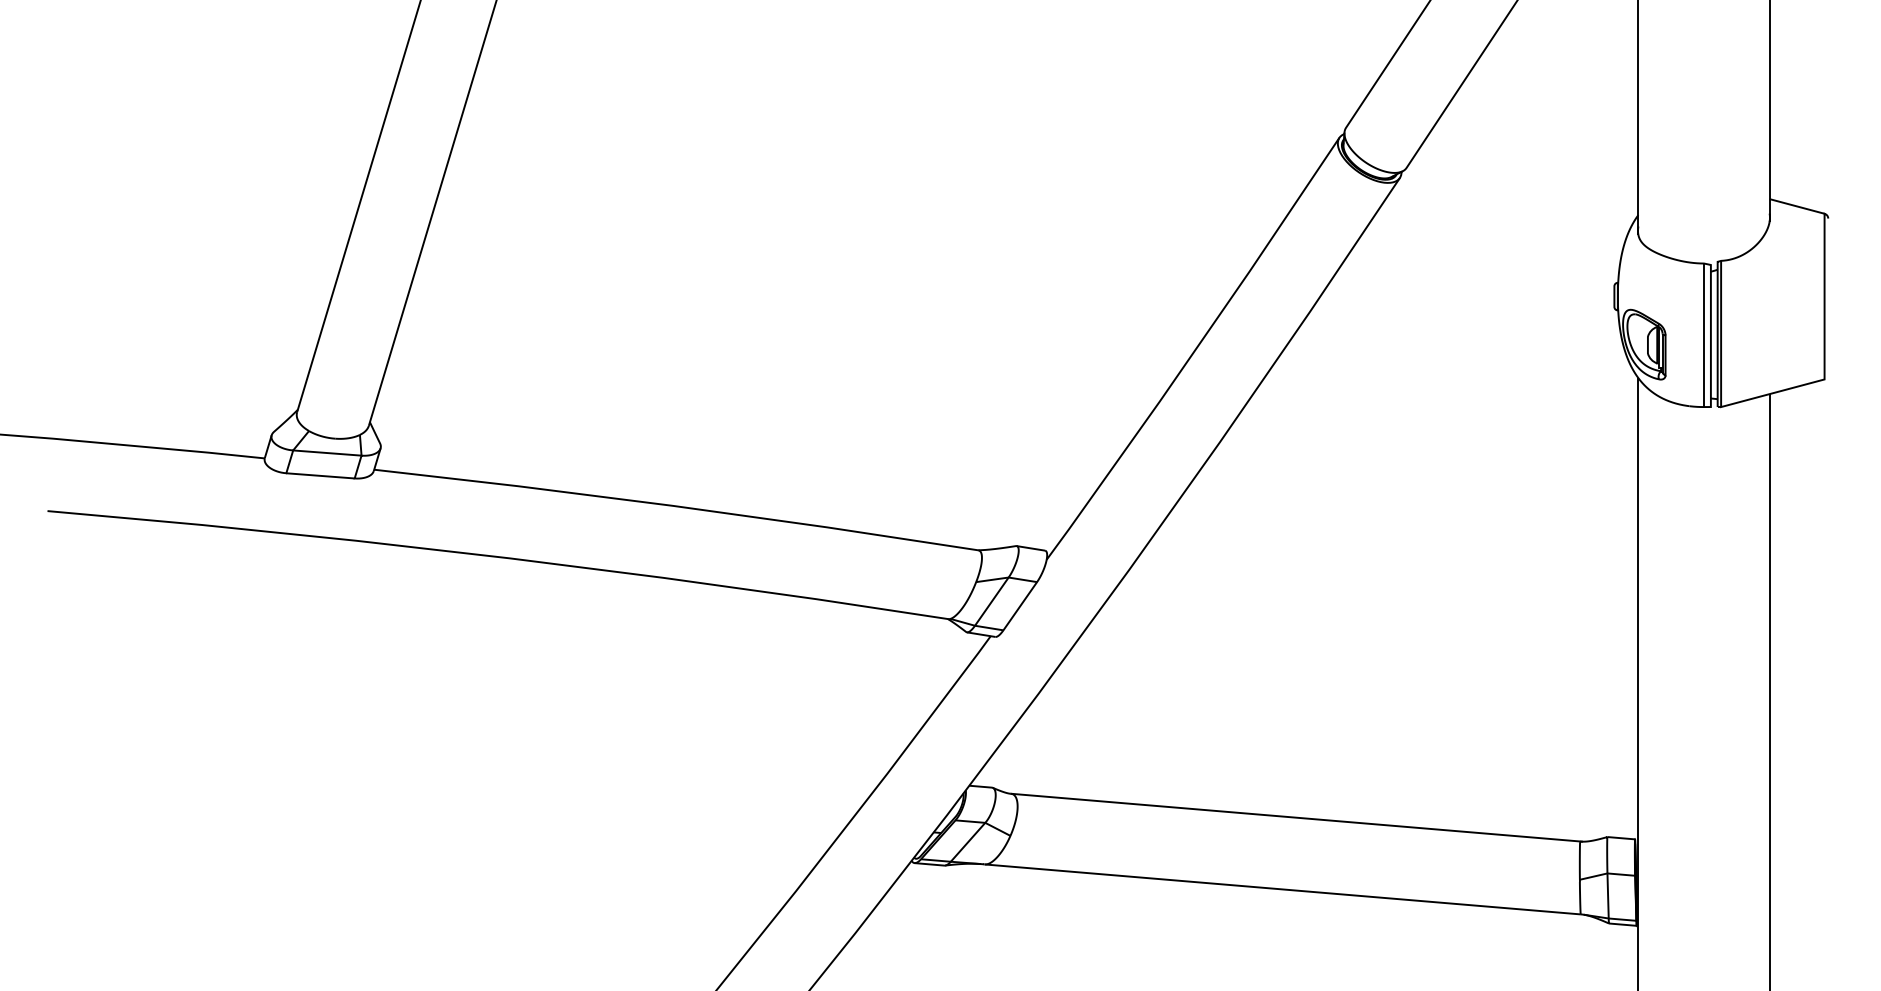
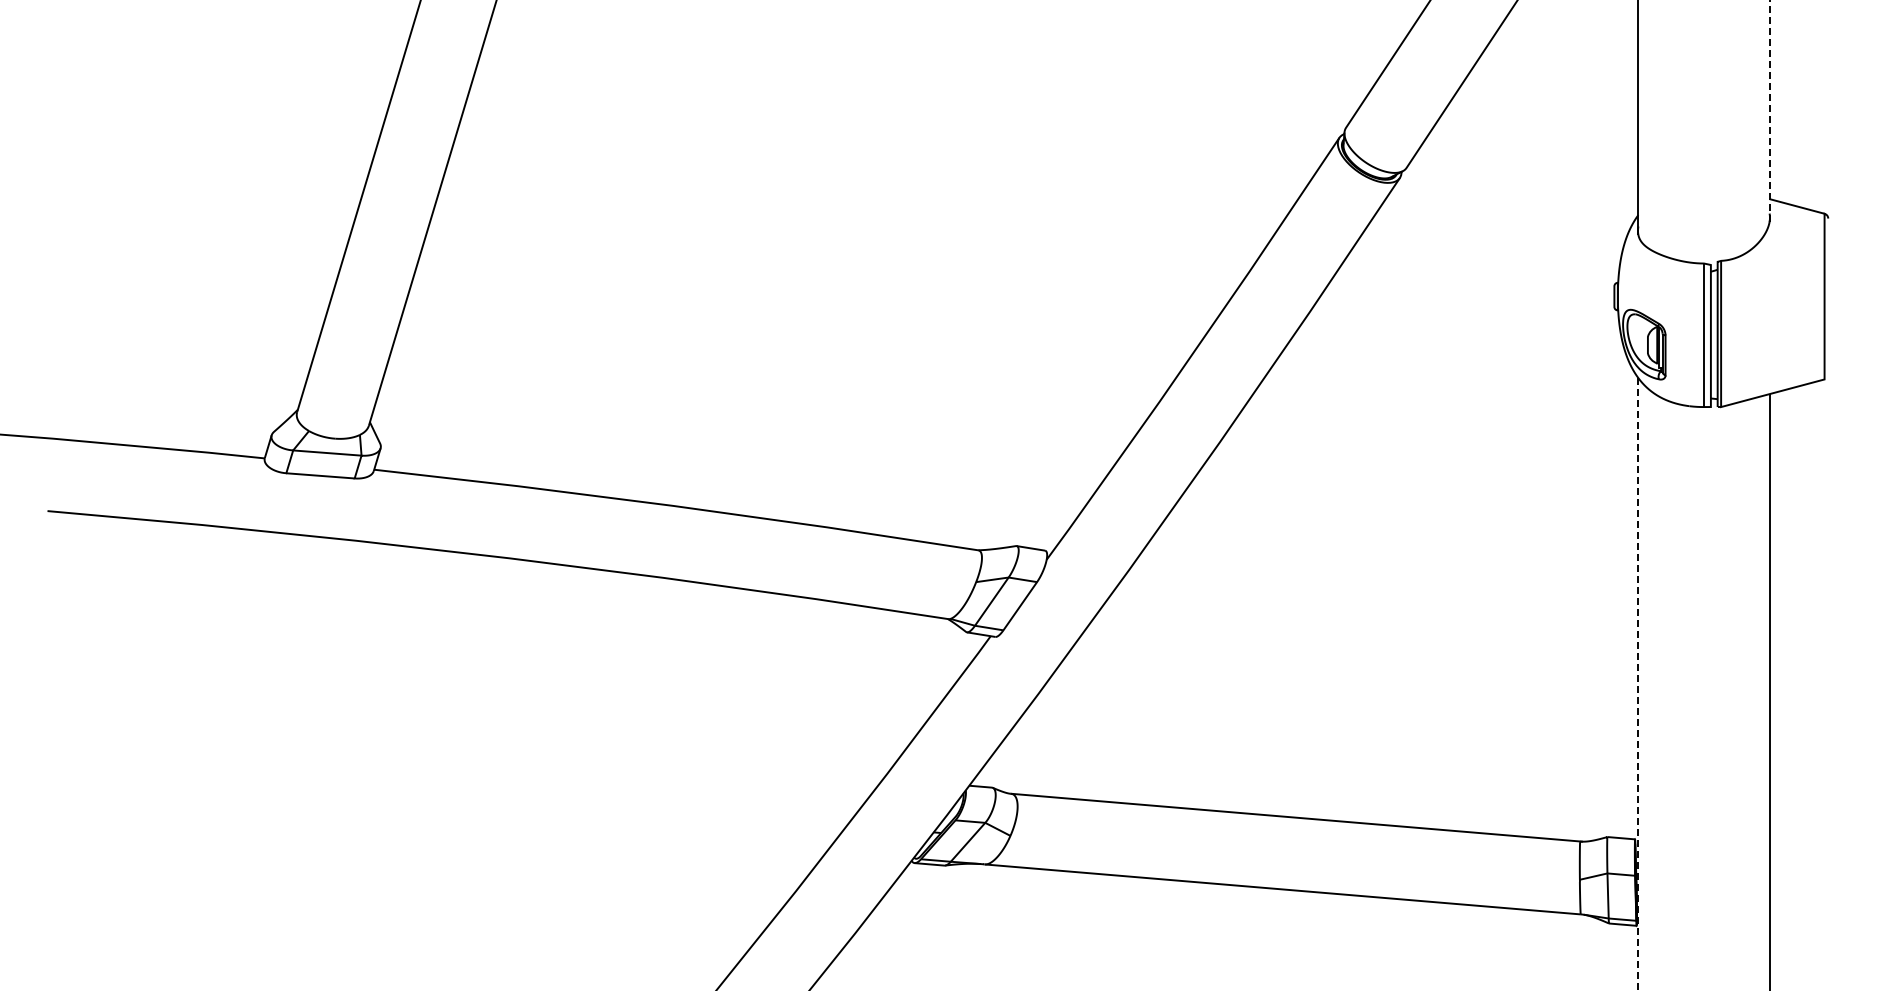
line at (1769, 111): solid -> dashed
line at (1638, 684): solid -> dashed
